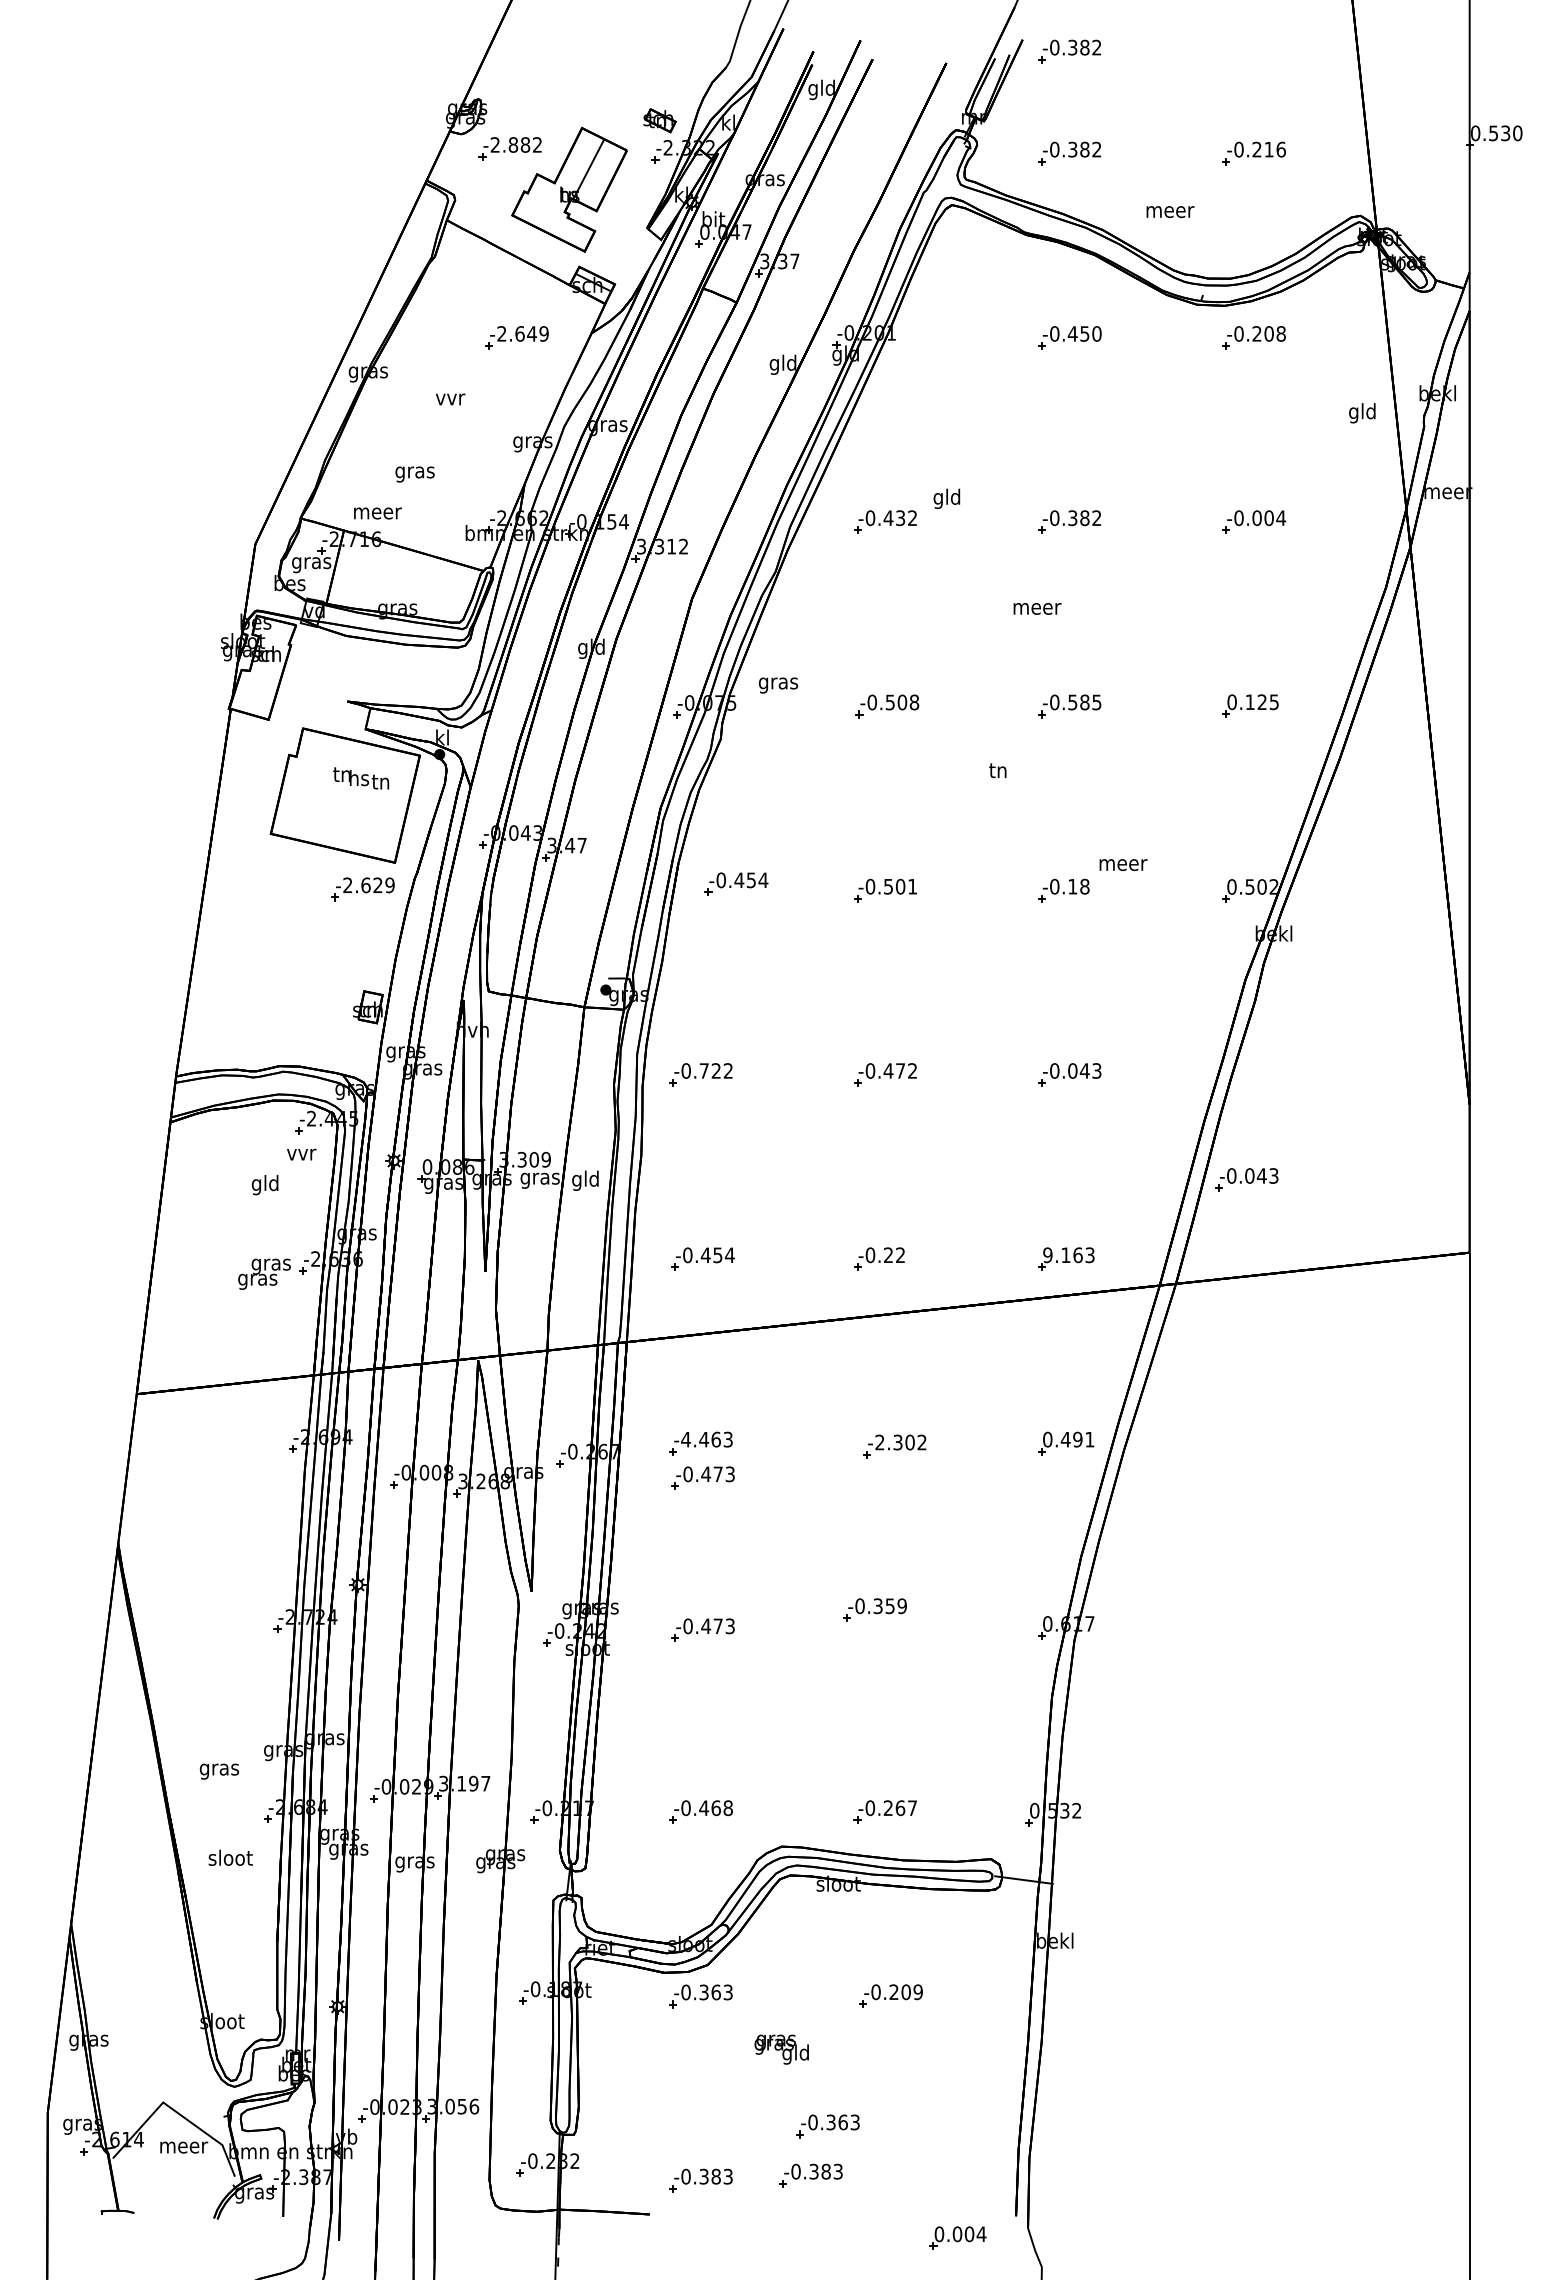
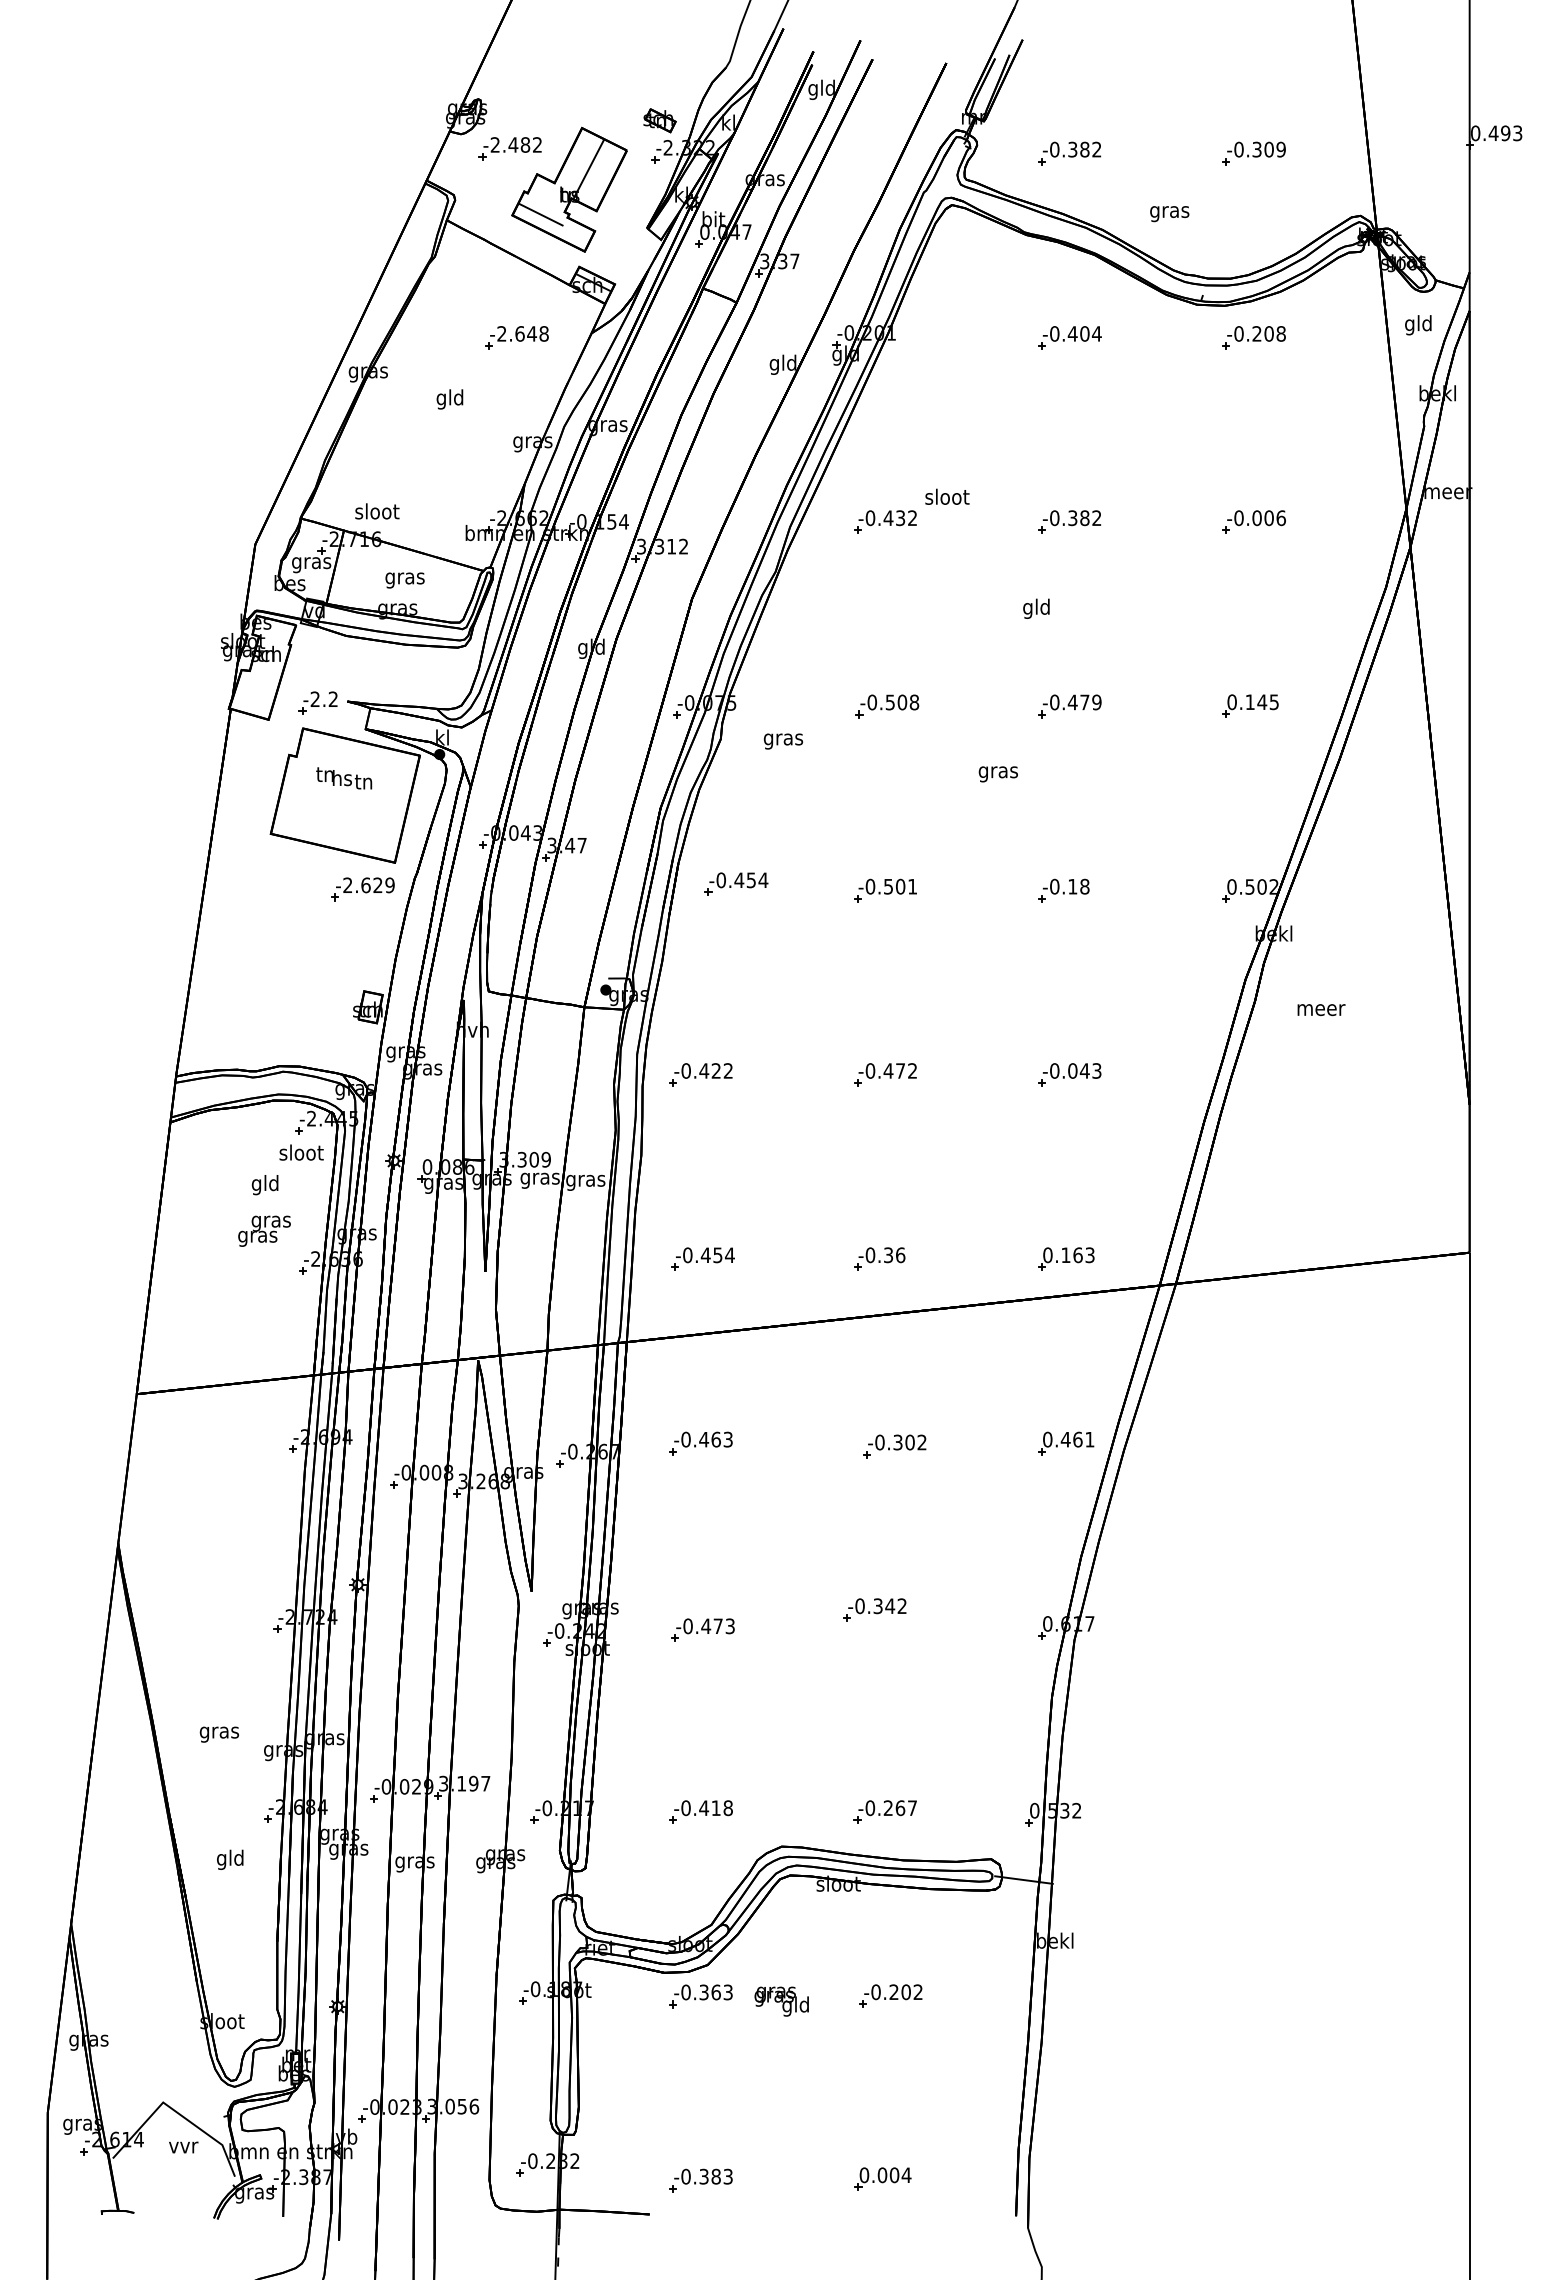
part at (1069, 51): present -> none
text at (1505, 133): 0.530 -> 0.493
text at (513, 144): -2.882 -> -2.482
text at (1268, 149): -0.216 -> -0.309
line at (540, 214): none -> present
text at (1170, 214): meer -> gras
text at (543, 333): -2.649 -> -2.648
text at (1090, 333): -0.450 -> -0.404
text at (450, 399): vvr -> gld
text at (1362, 413) position: (1362, 413) -> (1418, 325)
text at (414, 474) position: (414, 474) -> (404, 580)
text at (947, 498): gld -> sloot
text at (377, 511): meer -> sloot
text at (1281, 518): -0.004 -> -0.006
text at (1037, 608): meer -> gld
text at (778, 685) position: (778, 685) -> (783, 741)
text at (1262, 701): 0.125 -> 0.145
part at (317, 702): none -> present
text at (1084, 702): -0.585 -> -0.479
text at (997, 772): tn -> gras
text at (361, 778) position: (361, 778) -> (344, 778)
text at (1123, 865) position: (1123, 865) -> (1321, 1010)
text at (704, 1070): -0.722 -> -0.422
text at (301, 1152): vvr -> sloot
part at (1246, 1179): present -> none
text at (585, 1180): gld -> gras
text at (894, 1255): -0.22 -> -0.36
text at (1047, 1255): 9.163 -> 0.163
text at (264, 1273) position: (264, 1273) -> (264, 1230)
text at (685, 1439): -4.463 -> -0.463
text at (1077, 1439): 0.491 -> 0.461
text at (879, 1442): -2.302 -> -0.302
part at (702, 1477): present -> none
text at (895, 1606): -0.359 -> -0.342
text at (219, 1771) position: (219, 1771) -> (219, 1734)
text at (715, 1808): -0.468 -> -0.418
text at (230, 1859): sloot -> gld
text at (917, 1992): -0.209 -> -0.202
text at (781, 2049) position: (781, 2049) -> (781, 2001)
part at (827, 2126): present -> none
text at (184, 2147): meer -> vvr
part at (810, 2175): present -> none
part at (957, 2237) position: (957, 2237) -> (882, 2178)
